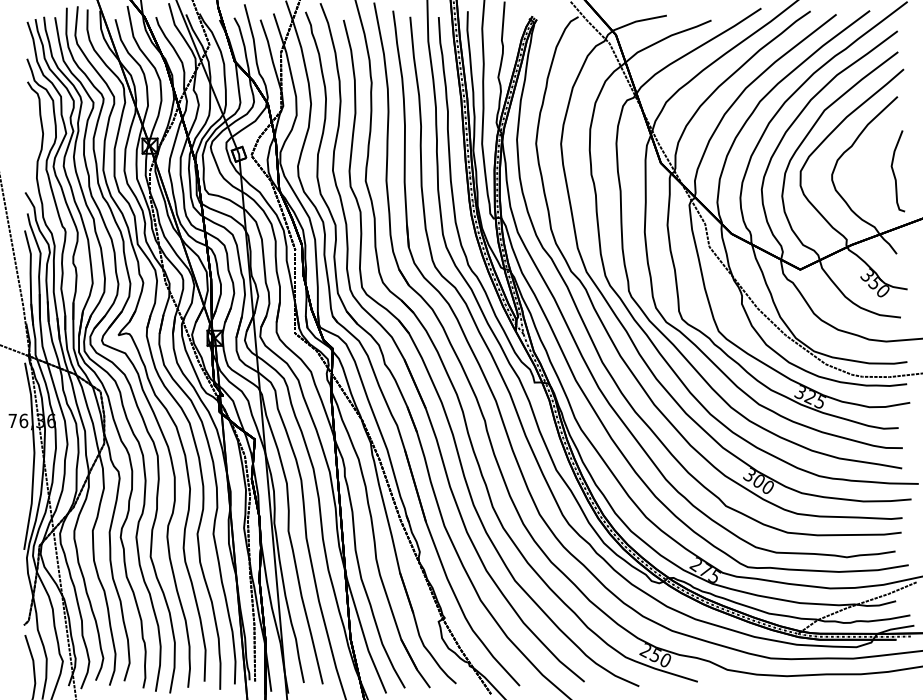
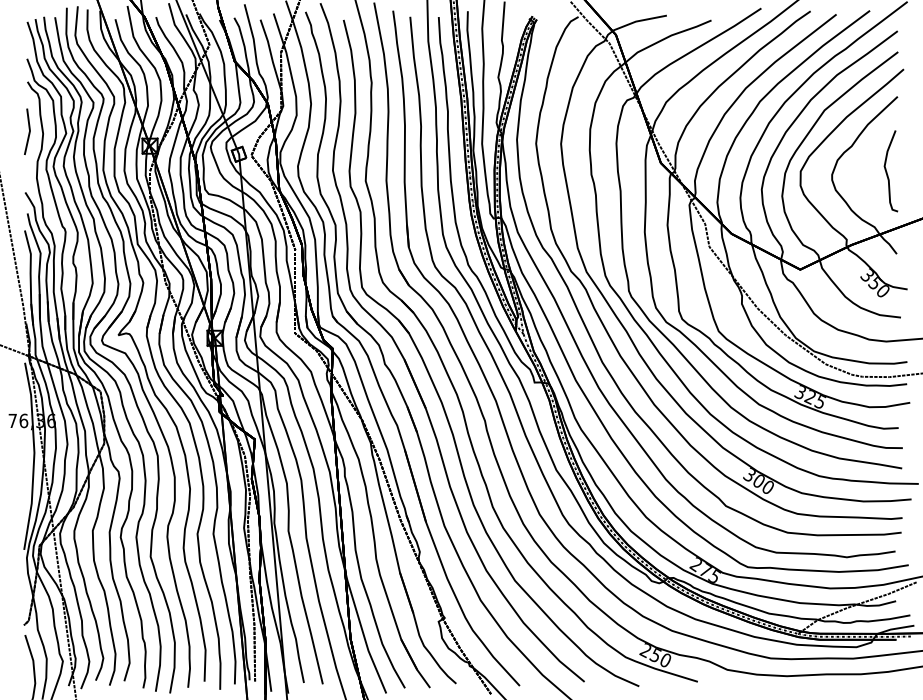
line at (28, 132): none -> present
curve at (894, 171) position: (894, 171) -> (887, 171)
